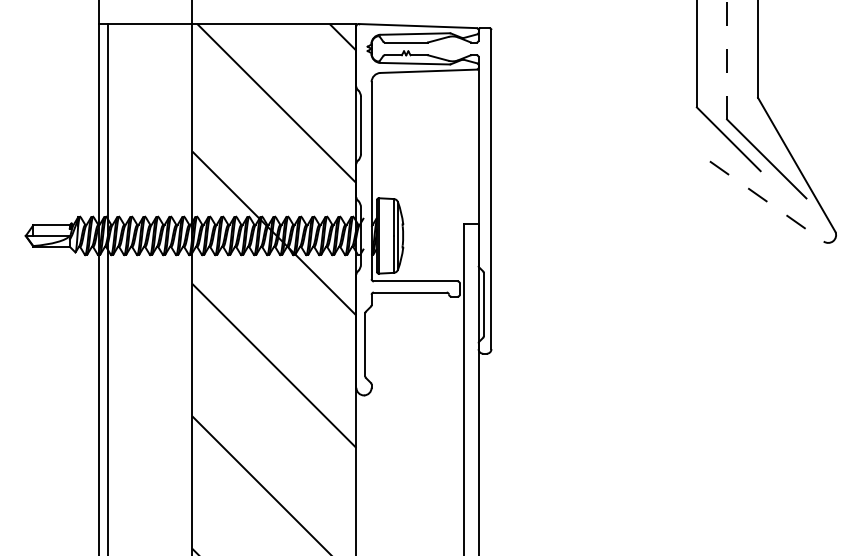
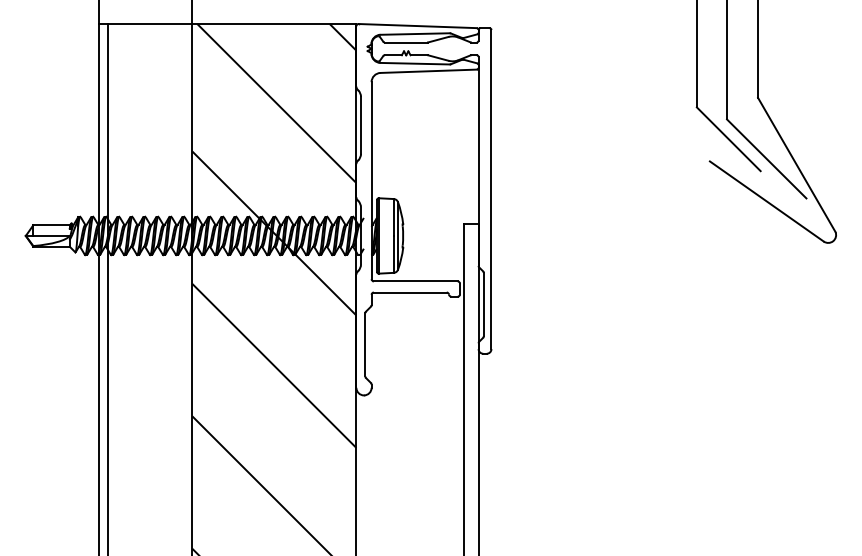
line at (727, 59): dashed -> solid
line at (766, 201): dashed -> solid
